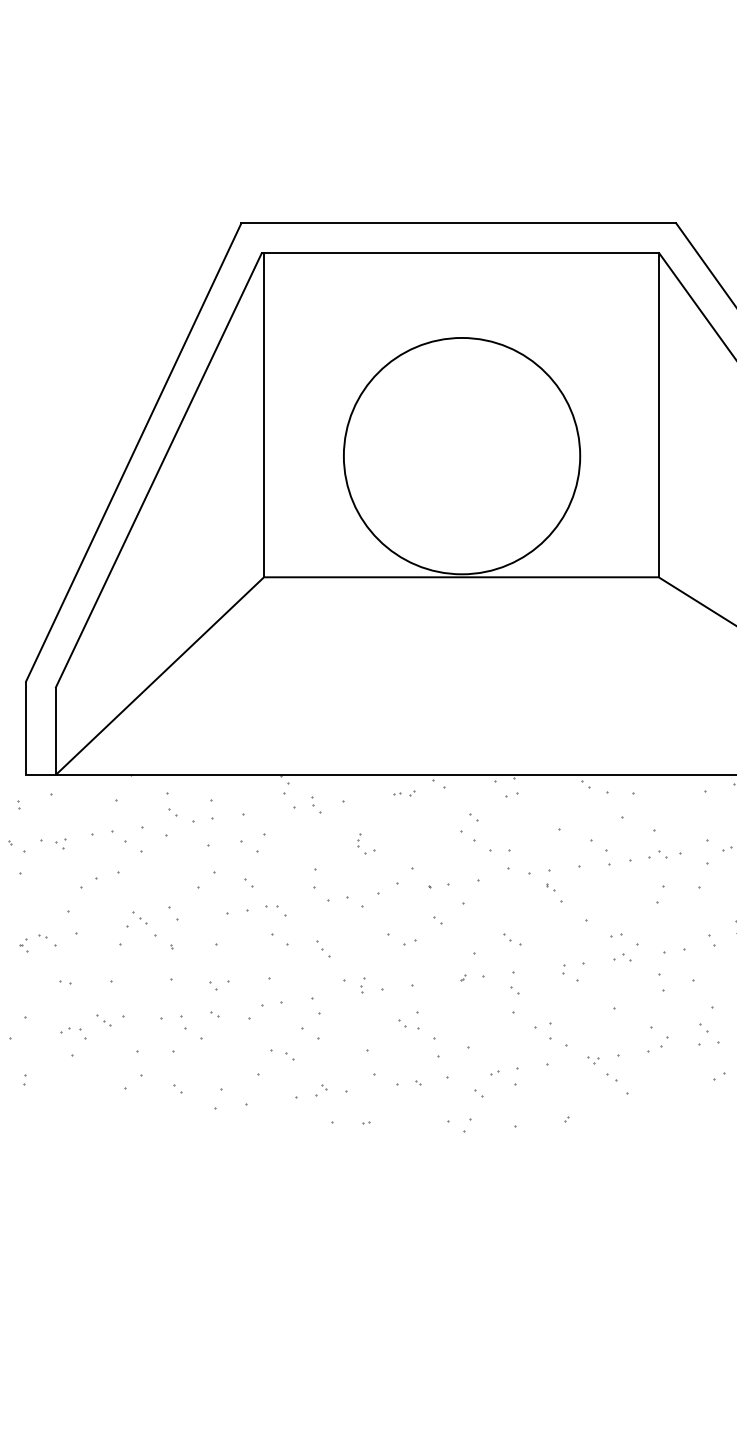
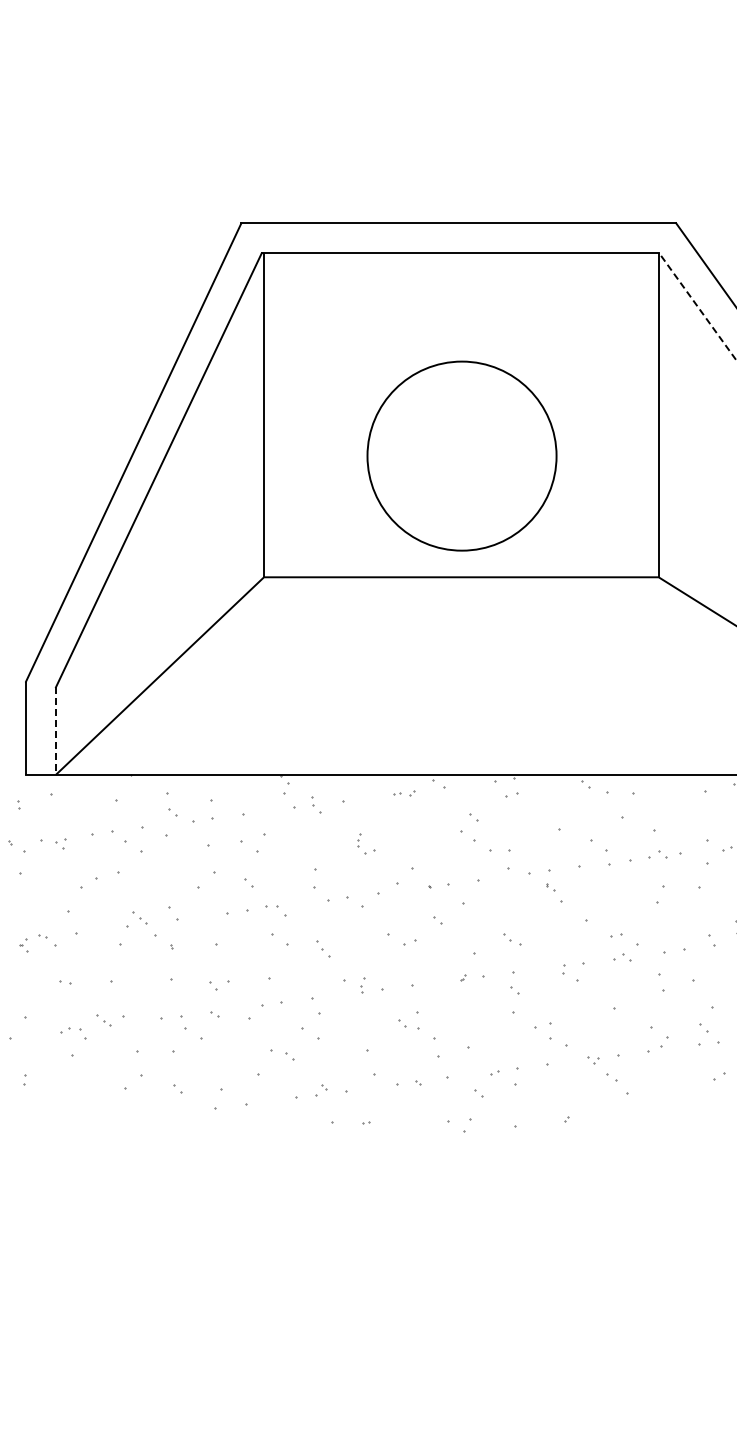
line at (697, 306): solid -> dashed
circle at (461, 455) diameter: 236 px -> 189 px
line at (55, 731): solid -> dashed
